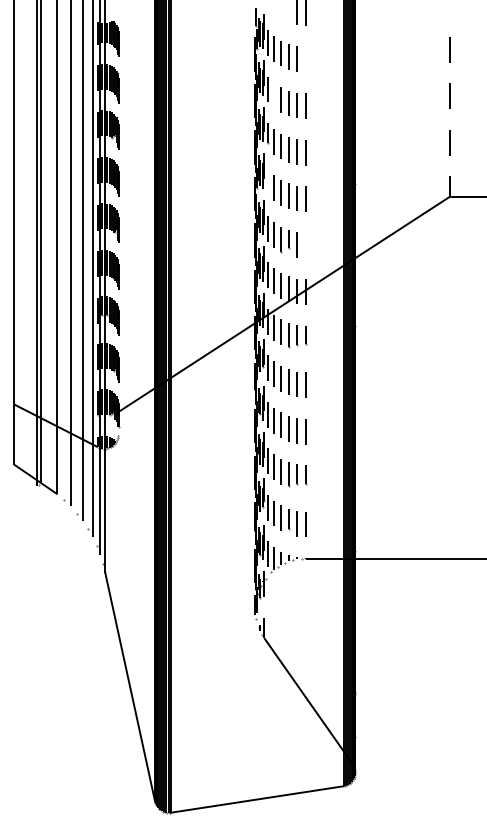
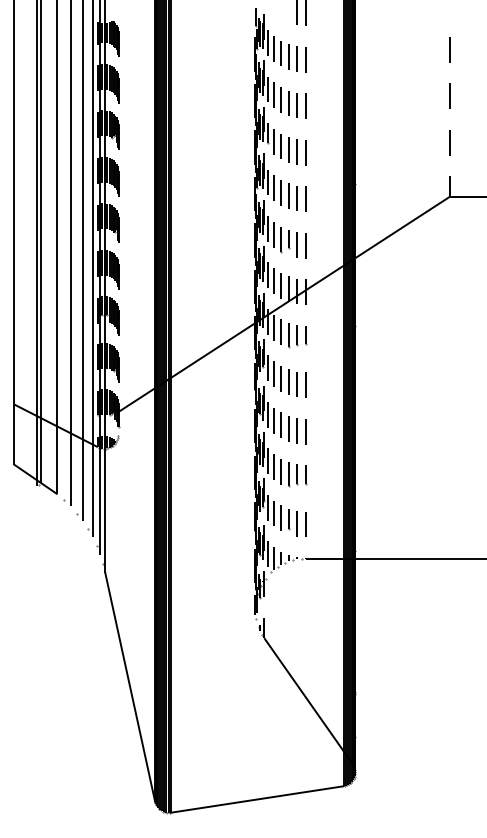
line at (305, 59): none -> present
line at (274, 95): none -> present
line at (268, 182): none -> present
line at (305, 245): none -> present
